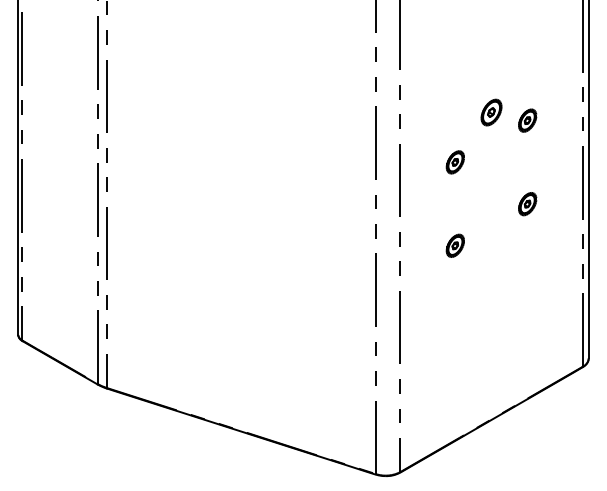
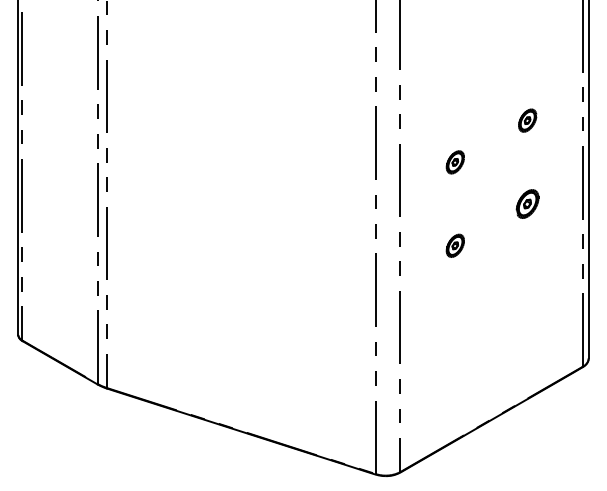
part at (491, 112): present -> none
part at (527, 204) size: 20x25 px -> 25x30 px
